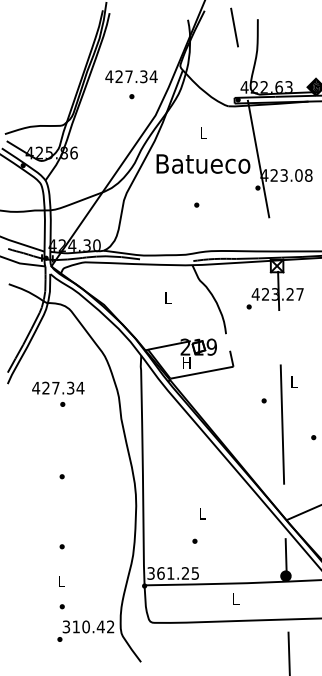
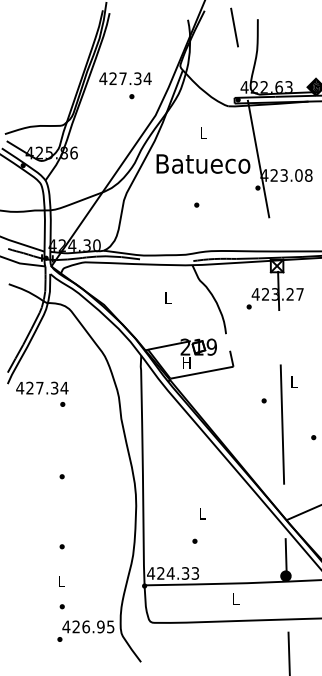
text at (131, 76) position: (131, 76) -> (125, 78)
text at (58, 387) position: (58, 387) -> (42, 387)
text at (173, 573): 361.25 -> 424.33
text at (88, 626): 310.42 -> 426.95
